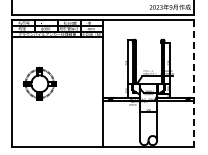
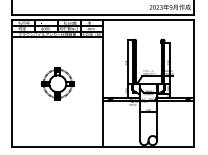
part at (39, 83) position: (39, 83) -> (57, 83)
line at (193, 83): dashed -> solid
